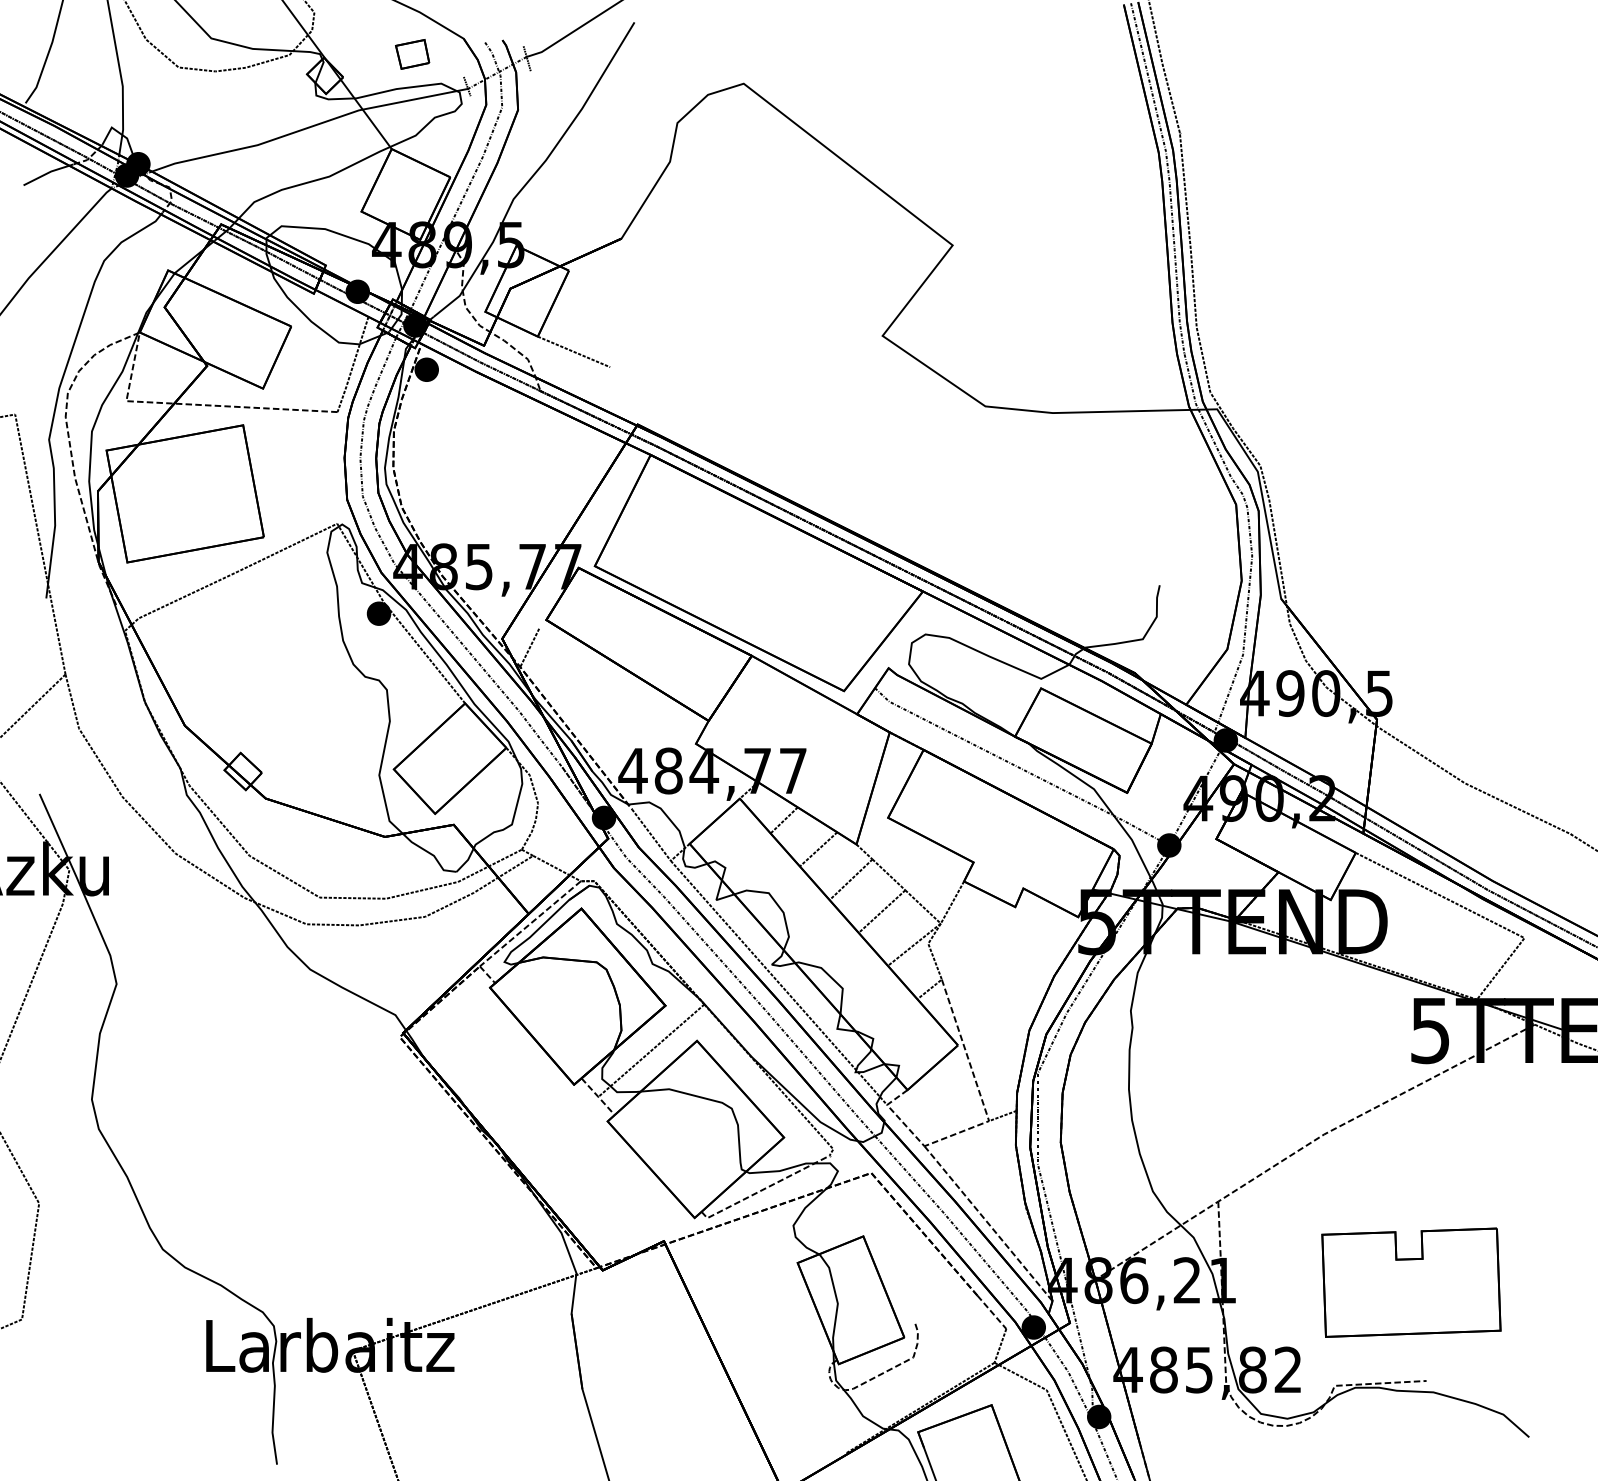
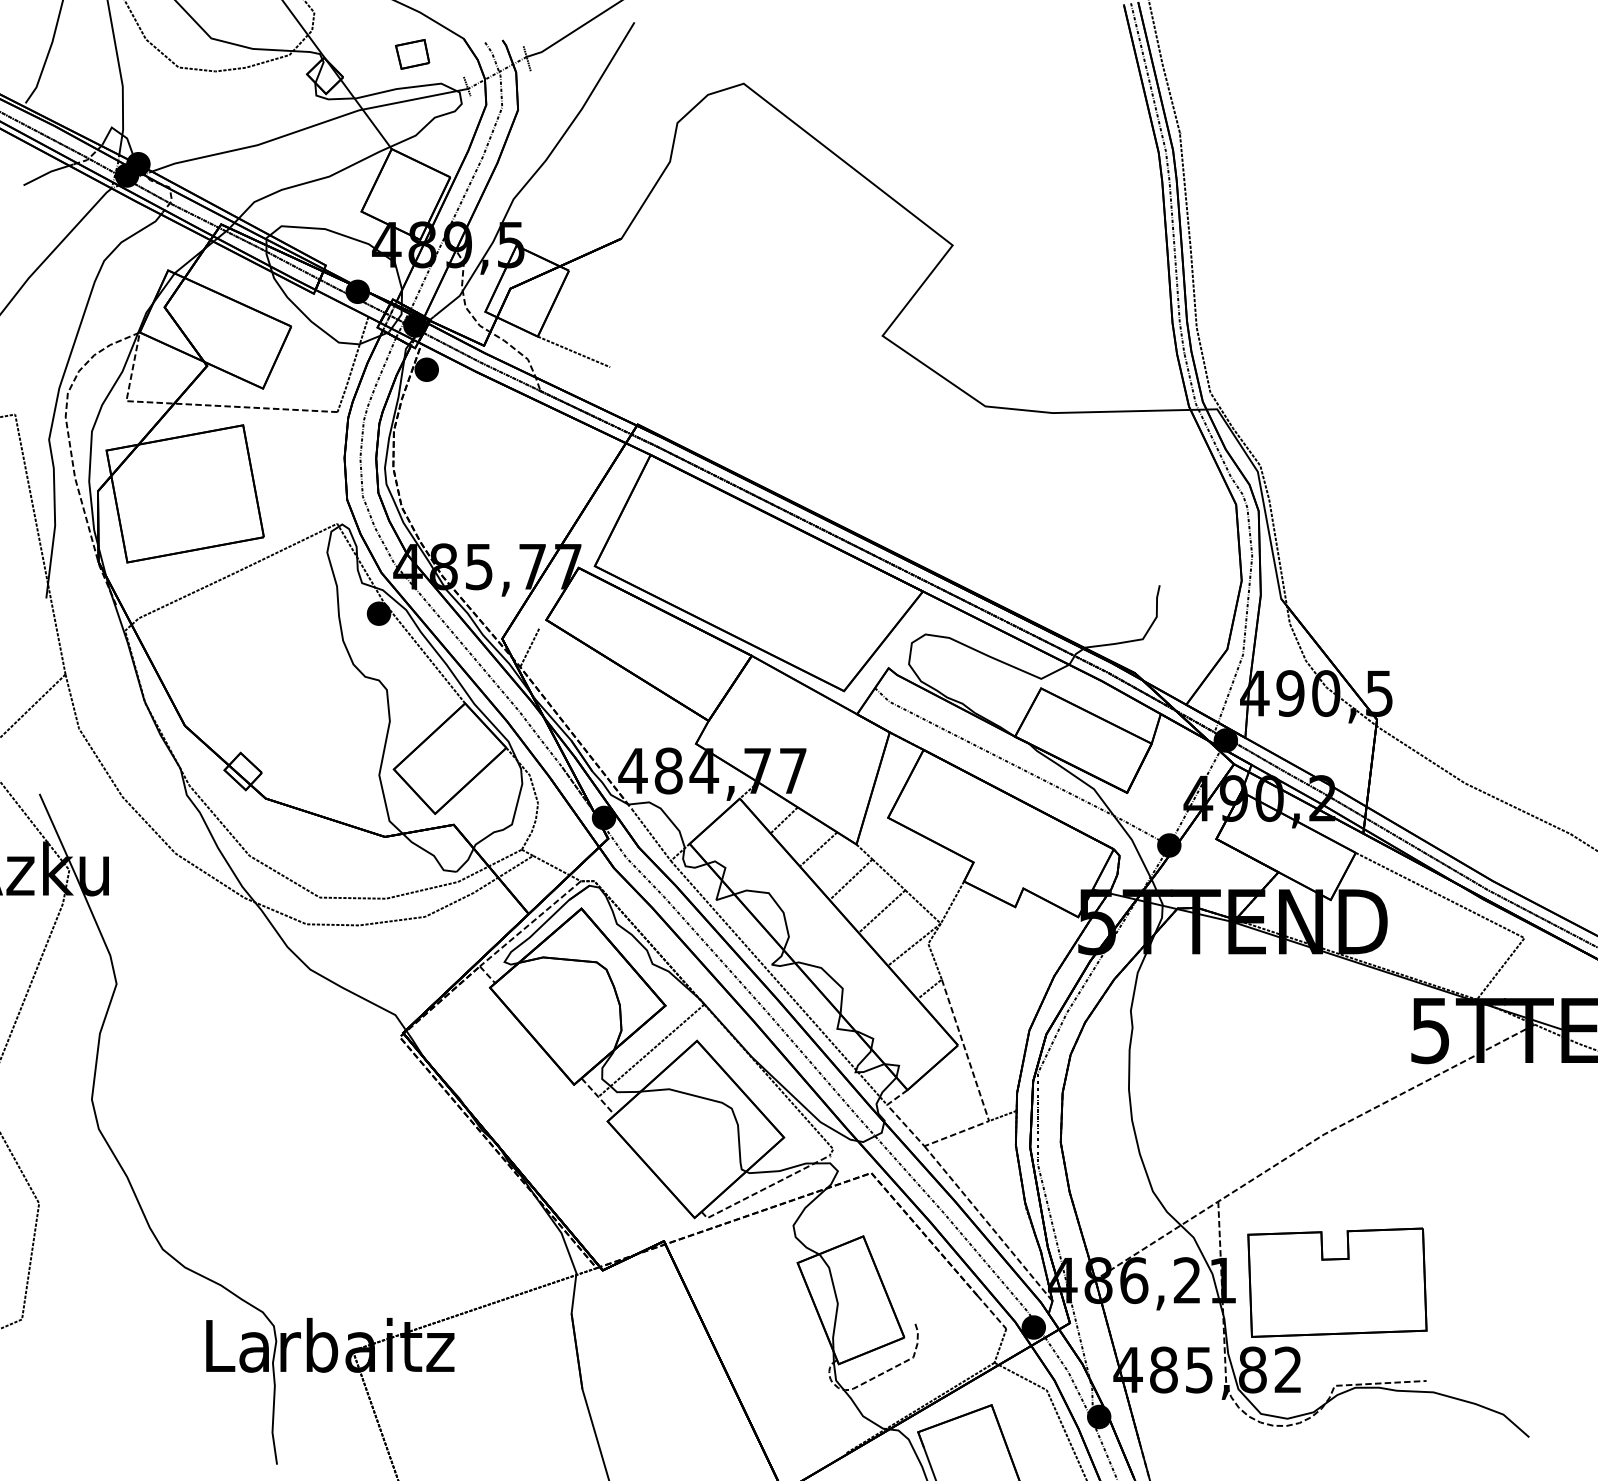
part at (1411, 1282) position: (1411, 1282) -> (1337, 1282)
